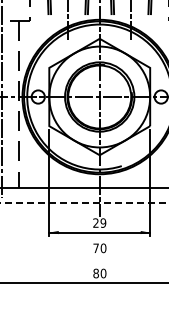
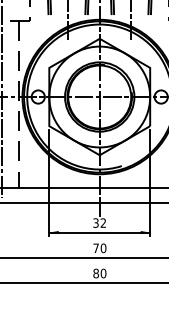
line at (84, 202): dashed -> solid
text at (99, 222): 29 -> 32
line at (83, 257): none -> present
